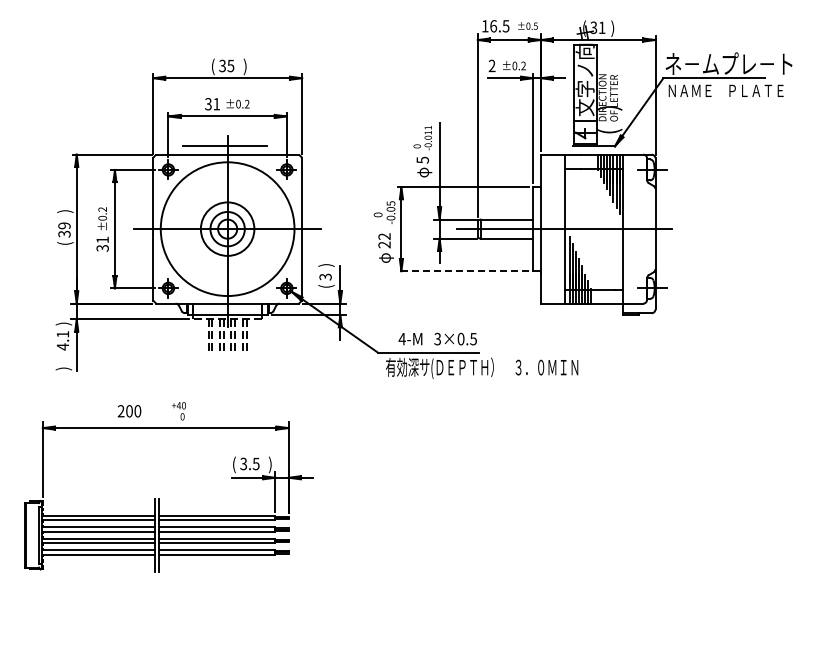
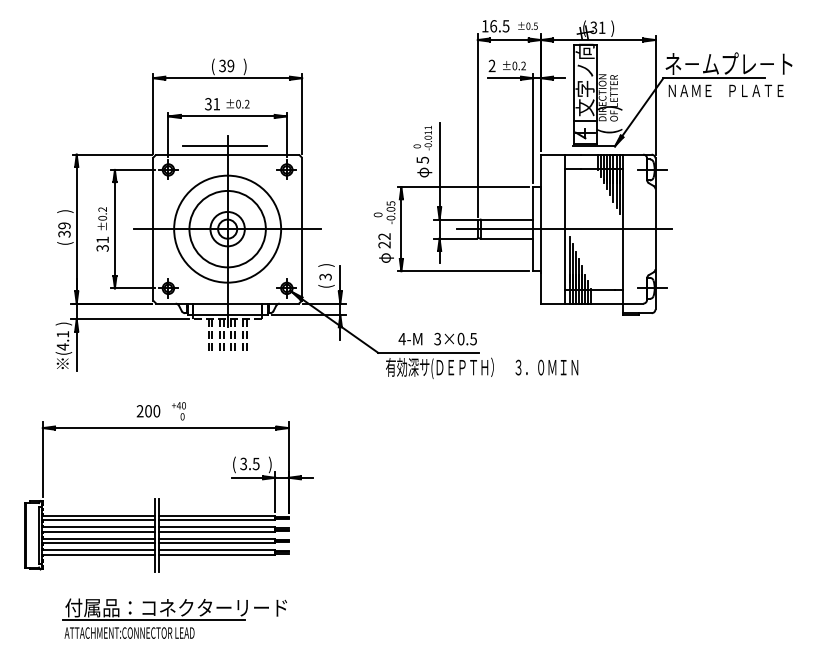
text at (230, 65): 35 -> 39
circle at (227, 228) diameter: 53 px -> 76 px
circle at (227, 229) diameter: 134 px -> 107 px
line at (463, 271): dashed -> solid
text at (63, 361): ) -> ※(
text at (129, 411) position: (129, 411) -> (148, 411)
part at (174, 618): none -> present
